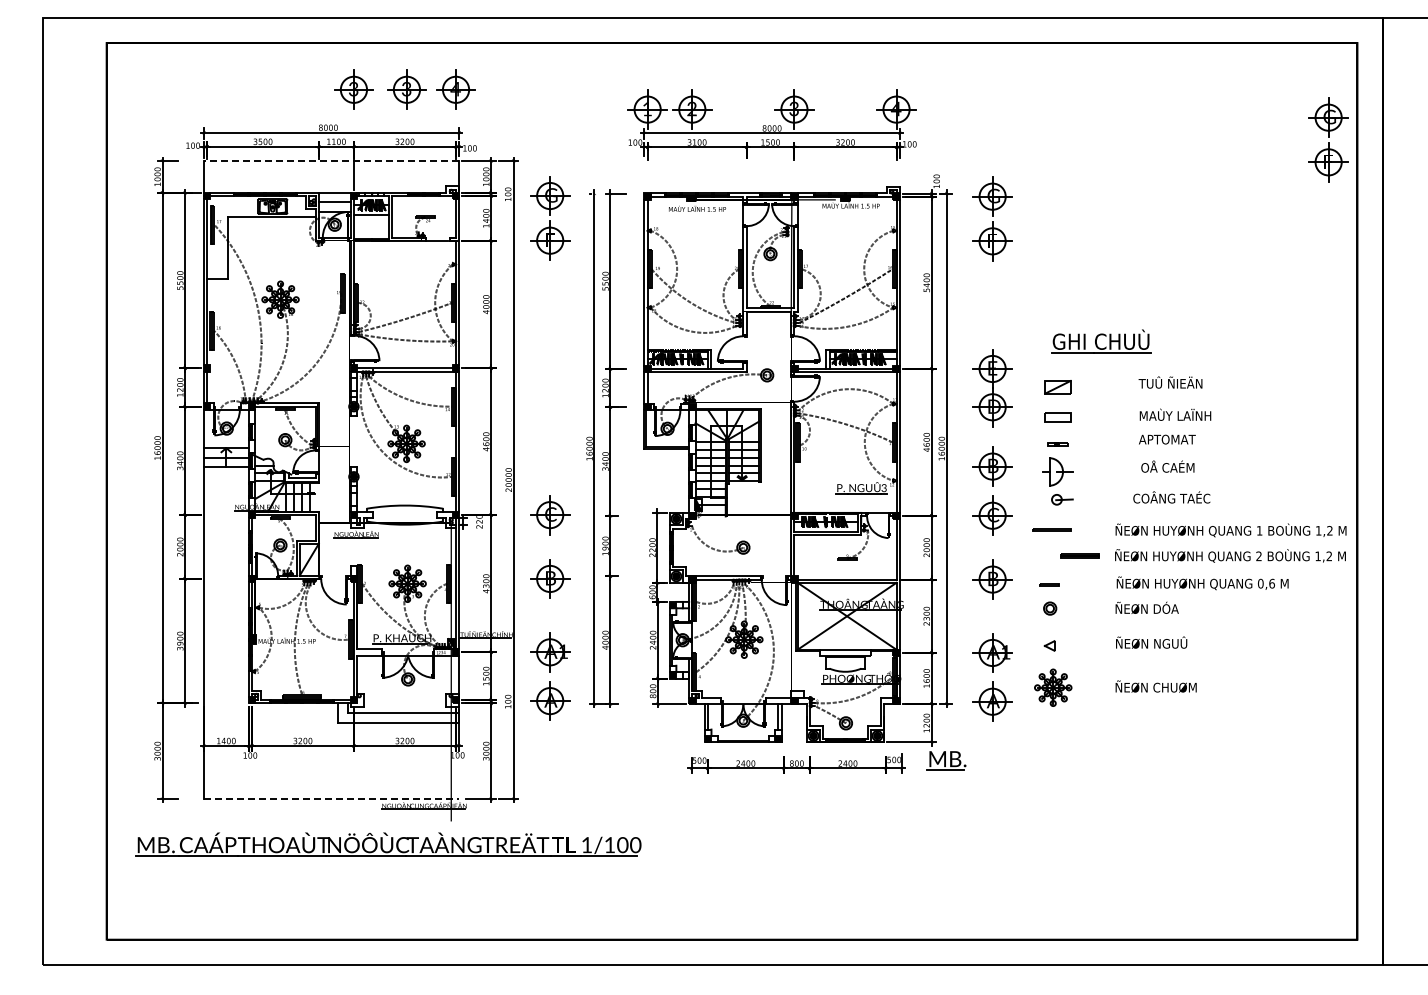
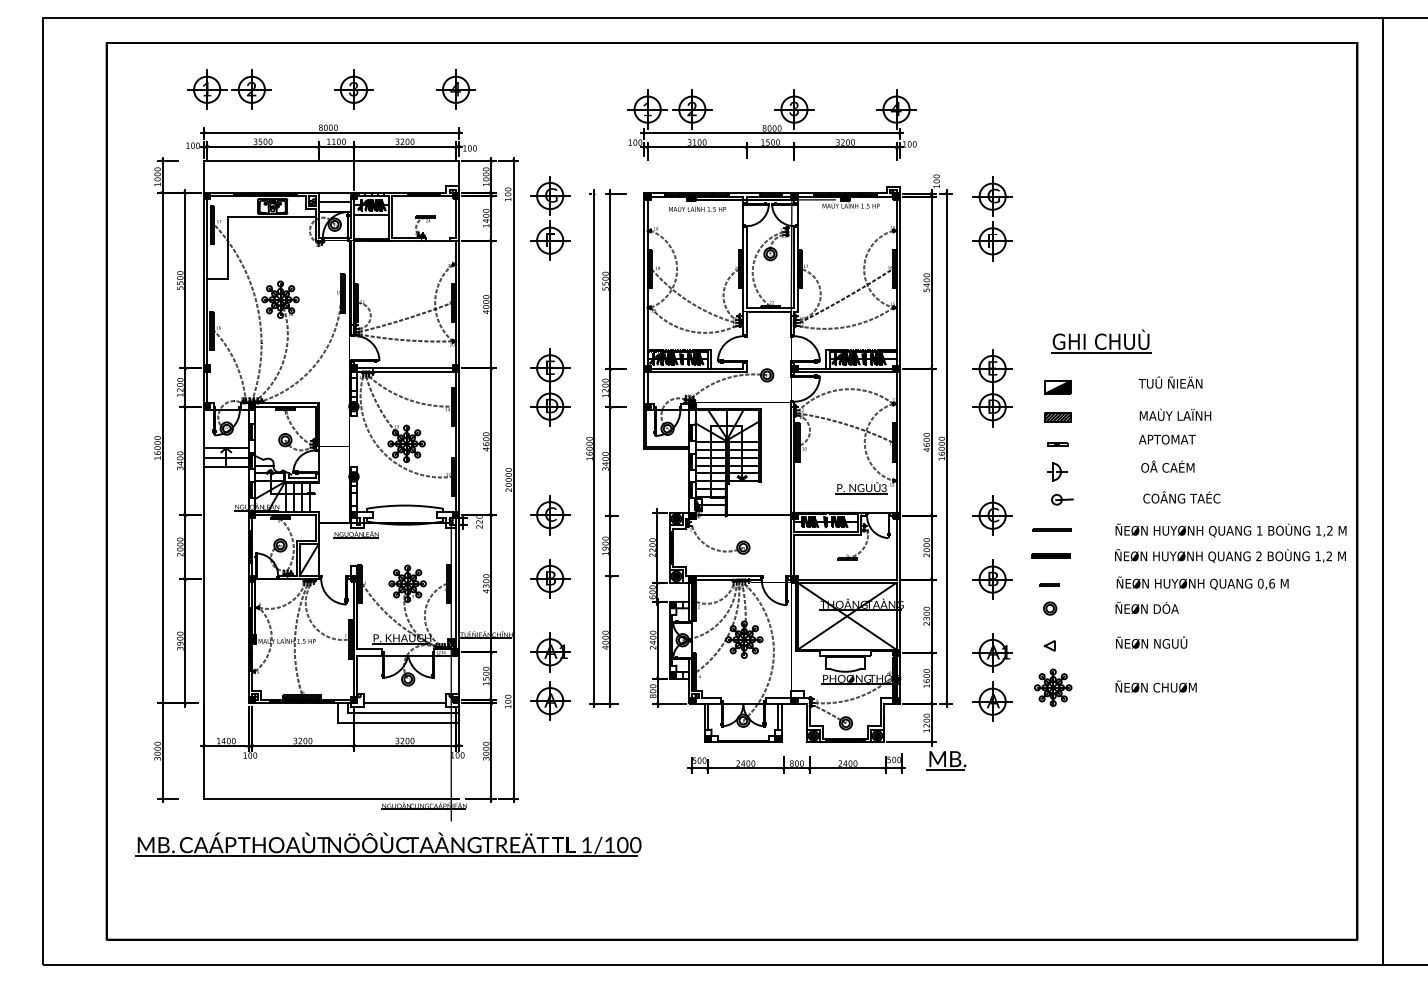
part at (229, 89): none -> present
part at (406, 89): present -> none
part at (1328, 139): present -> none
line at (331, 160): dashed -> solid
fill at (1057, 386): none -> present
part at (550, 387): none -> present
hatch at (1057, 416): none -> present
part at (992, 466): present -> none
part at (1057, 471) size: 32x30 px -> 21x20 px
text at (1171, 497) position: (1171, 497) -> (1181, 497)
part at (1079, 555) position: (1079, 555) -> (1050, 555)
line at (404, 703): none -> present
line at (331, 799): dashed -> solid
